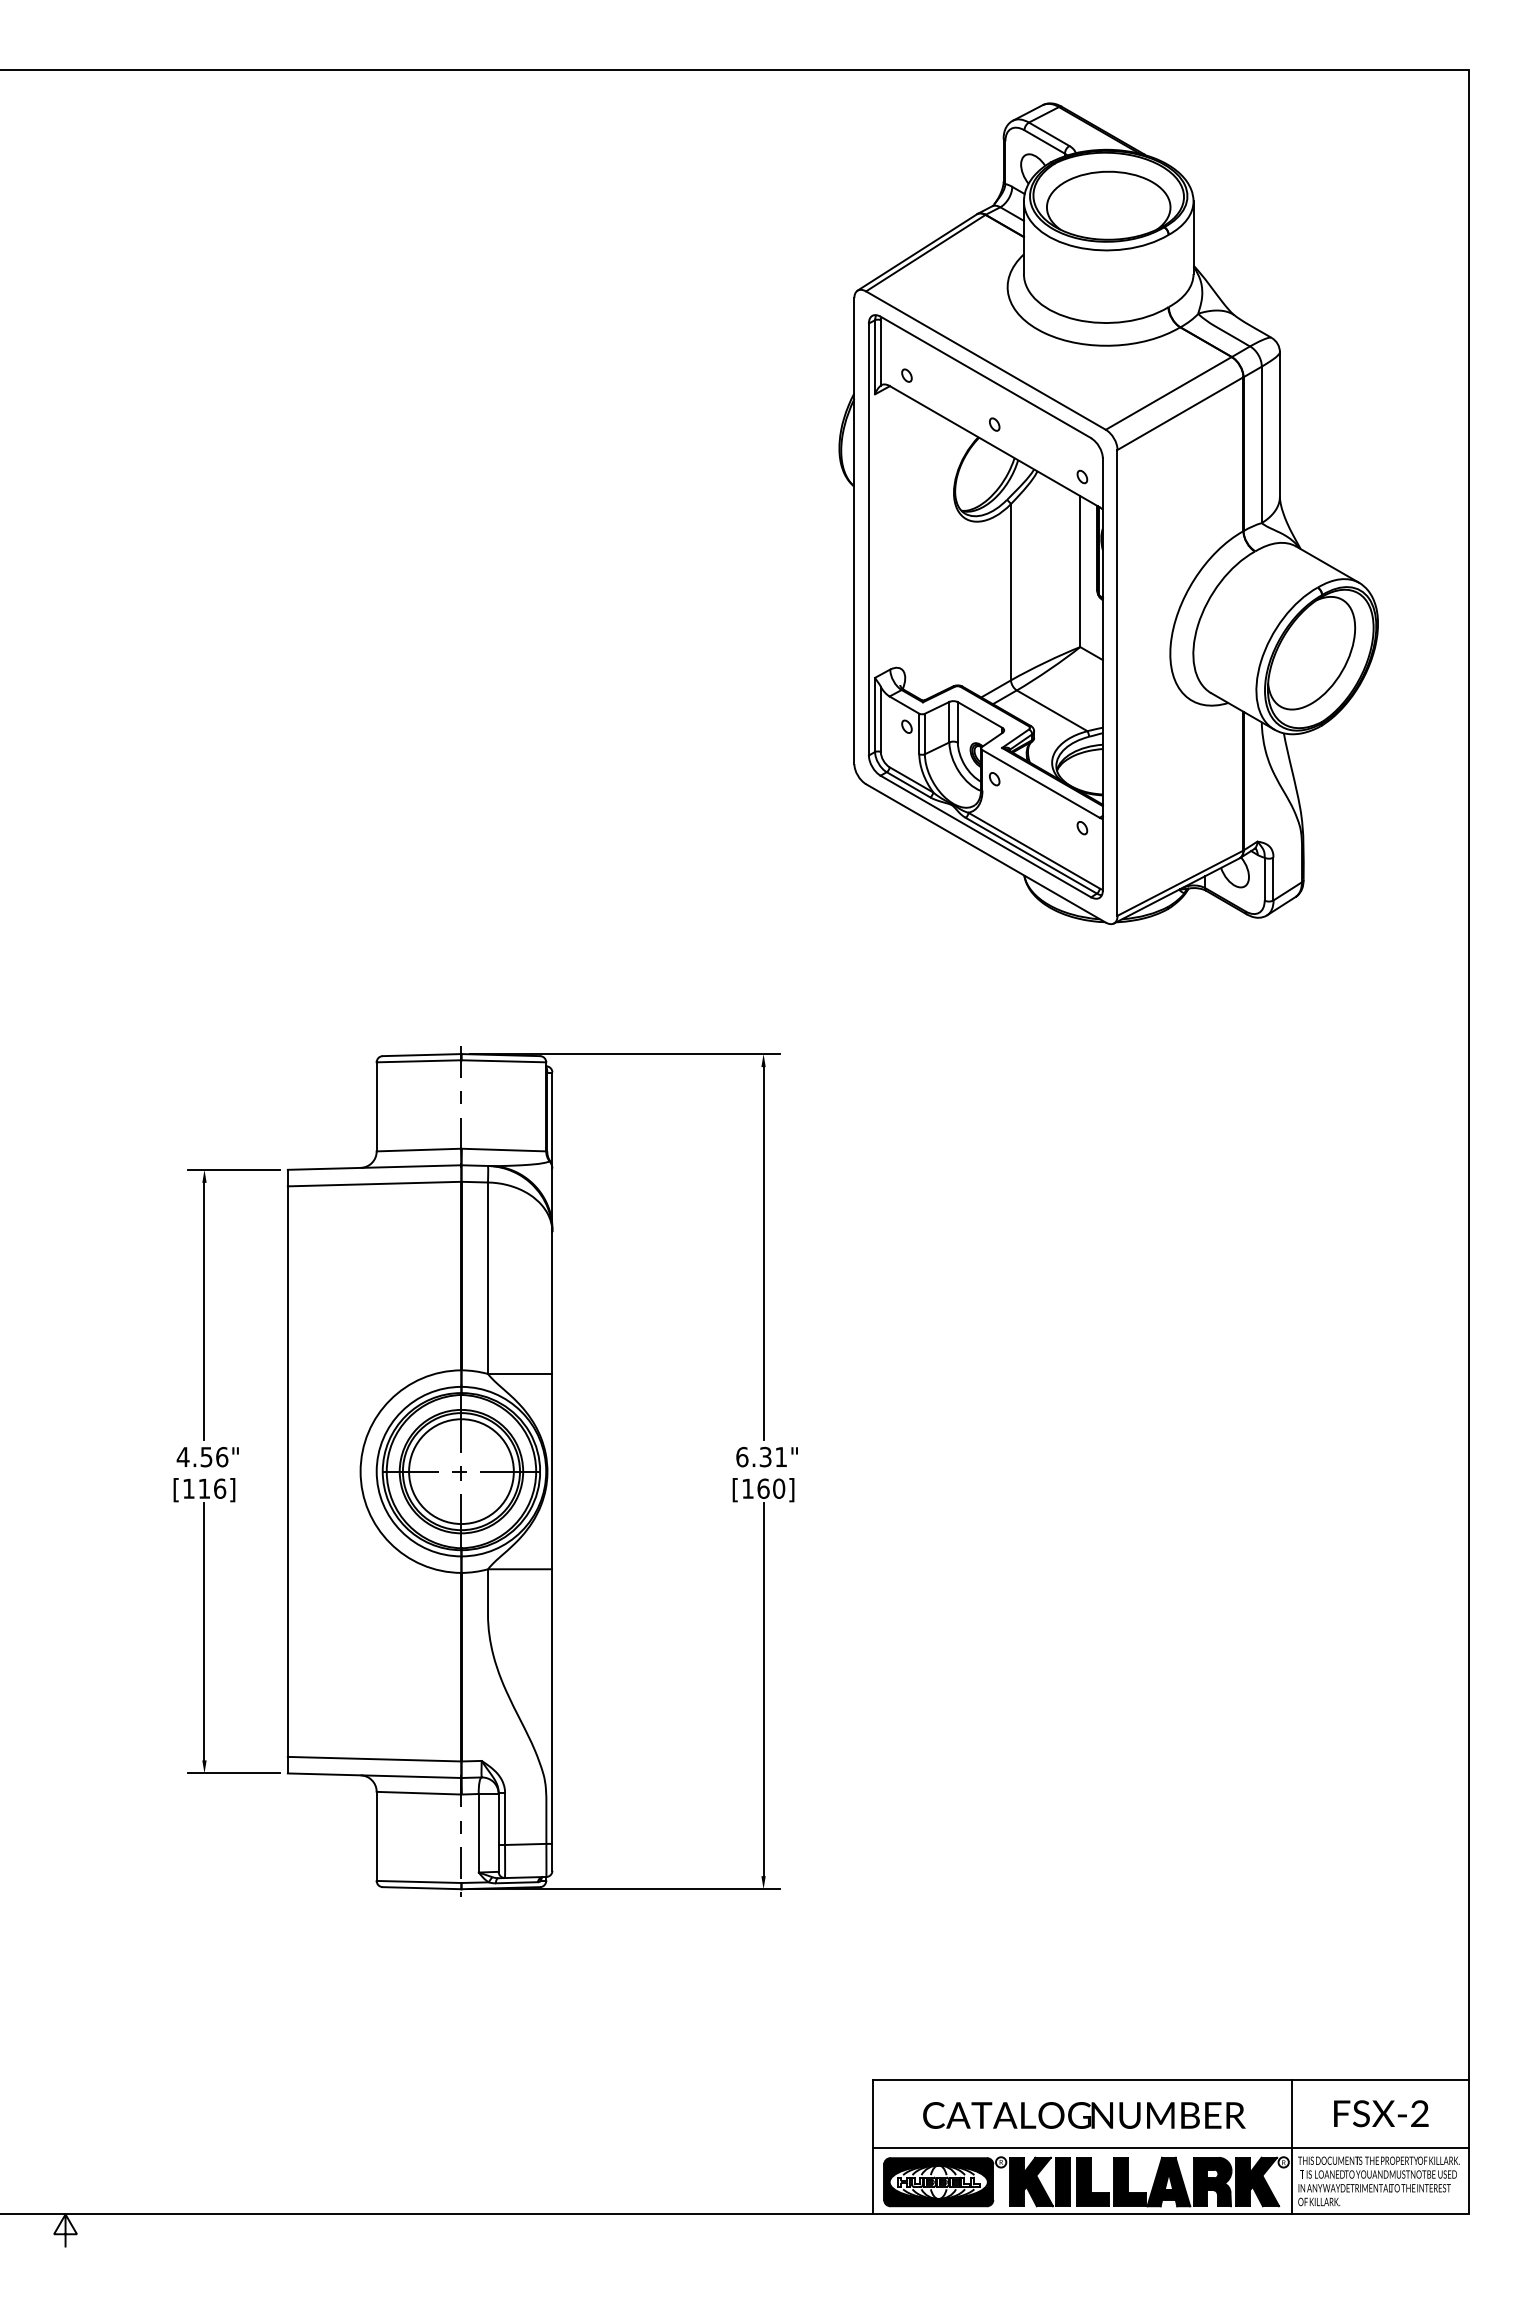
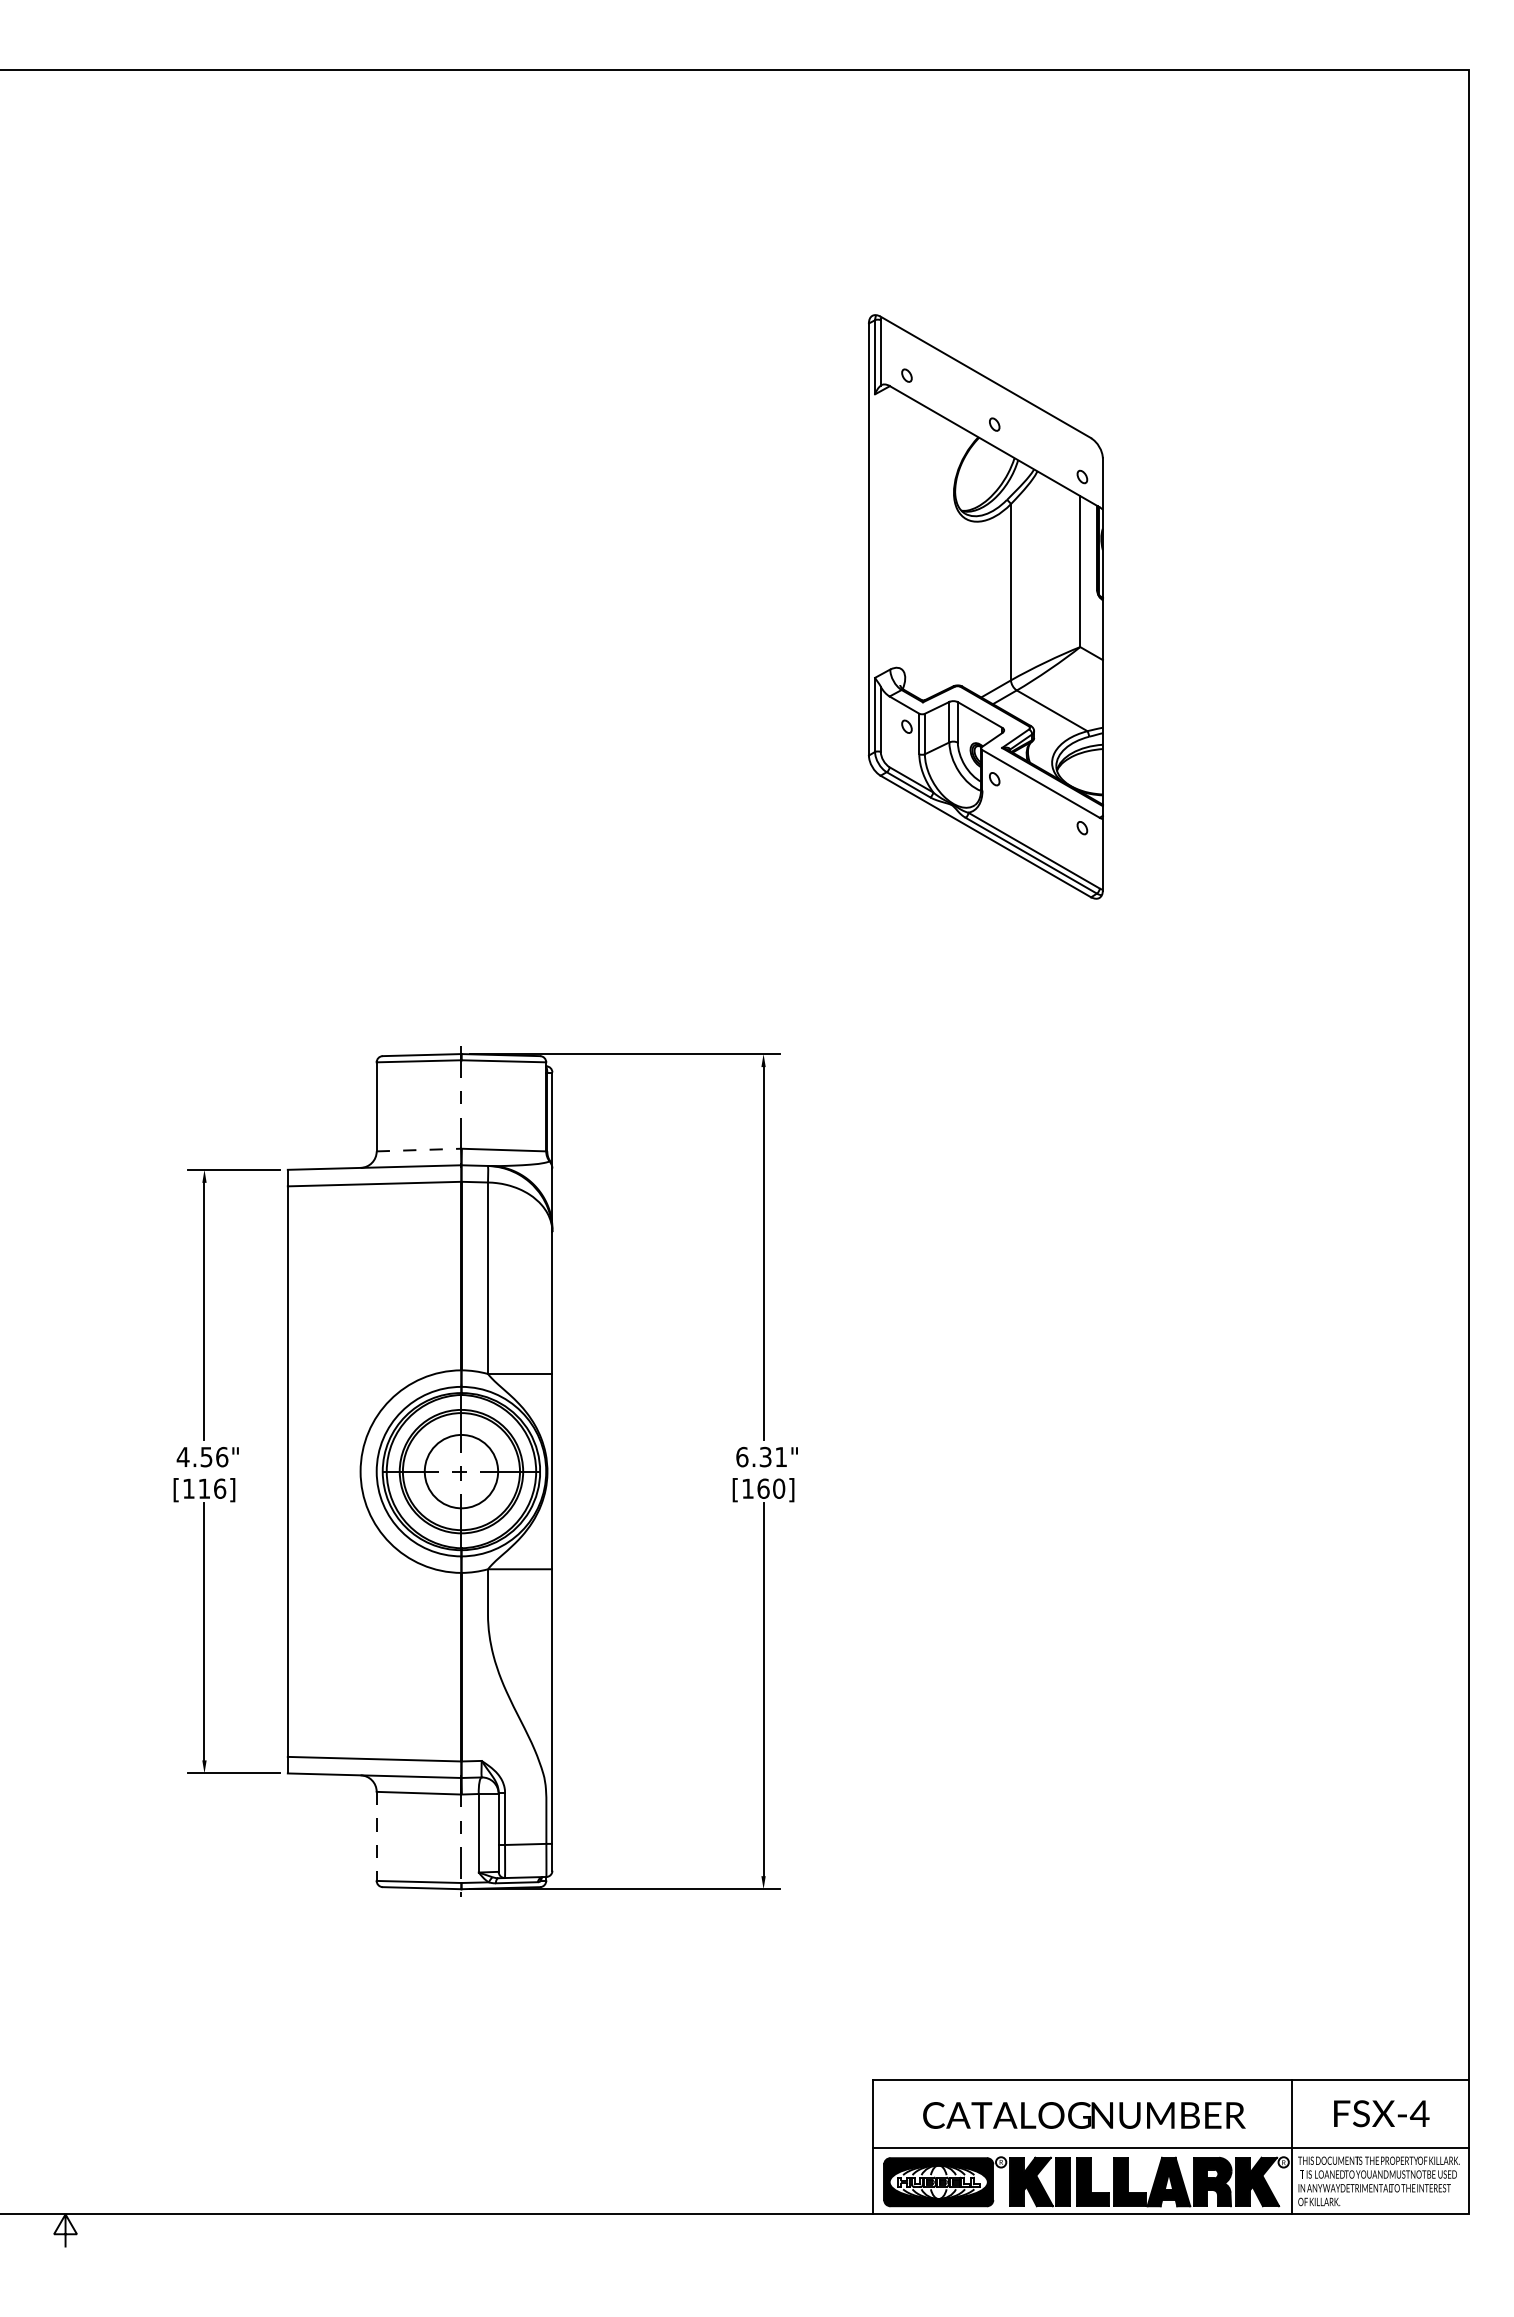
part at (1108, 513): present -> none
line at (419, 1150): solid -> dashed
circle at (461, 1471) diameter: 105 px -> 73 px
line at (376, 1836): solid -> dashed
text at (1419, 2113): FSX-2 -> FSX-4
